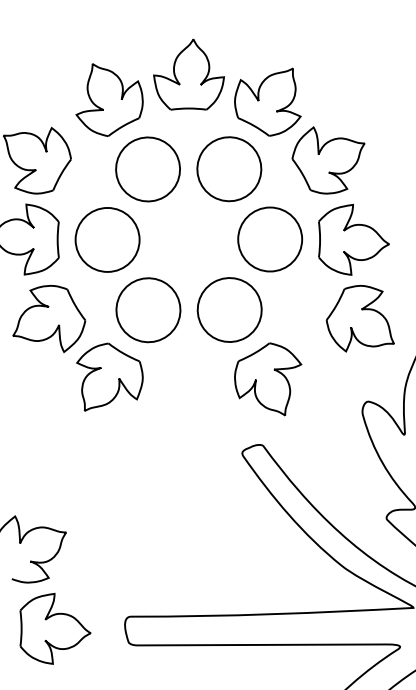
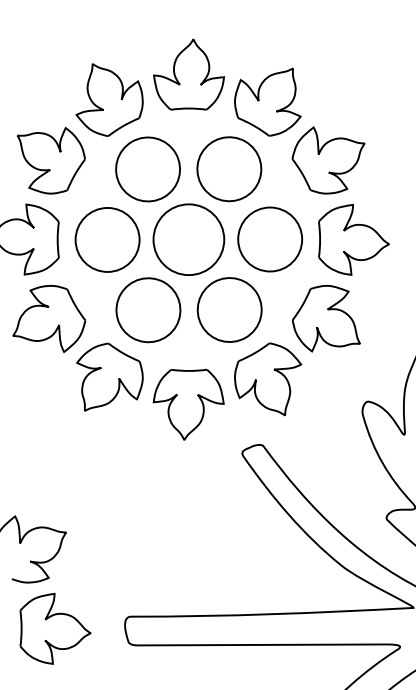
part at (37, 160) position: (37, 160) -> (51, 160)
part at (188, 239): none -> present
part at (359, 318) position: (359, 318) -> (325, 318)
part at (188, 404): none -> present
